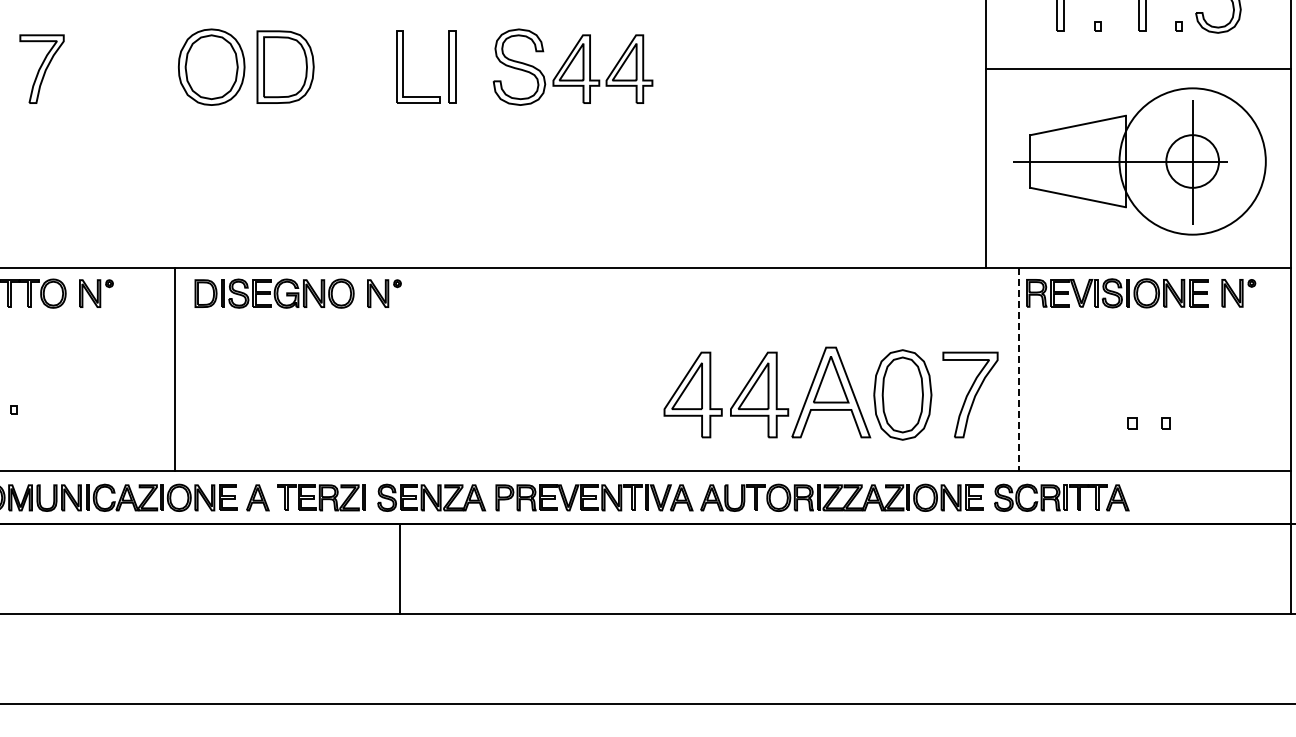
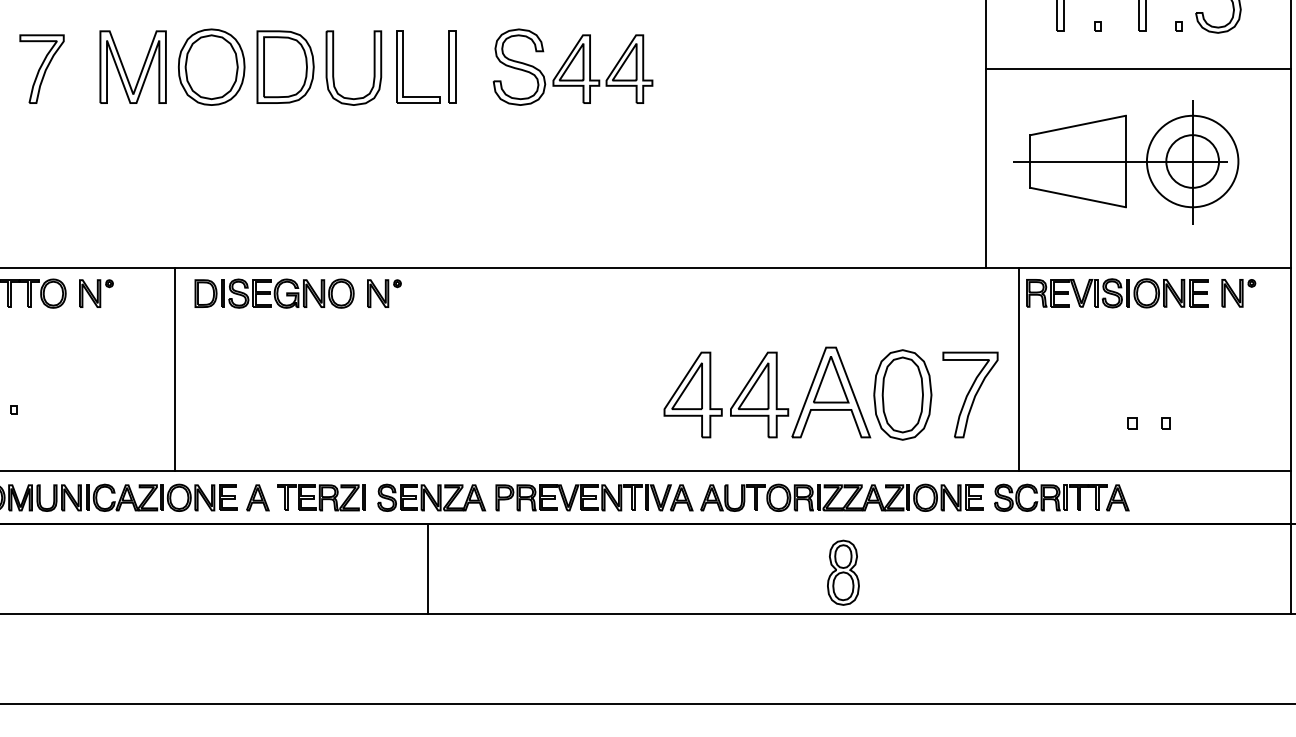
part at (124, 67): none -> present
part at (334, 67): none -> present
circle at (1192, 161) diameter: 146 px -> 91 px
line at (1018, 369): dashed -> solid
line at (399, 569) position: (399, 569) -> (427, 569)
part at (843, 572): none -> present
